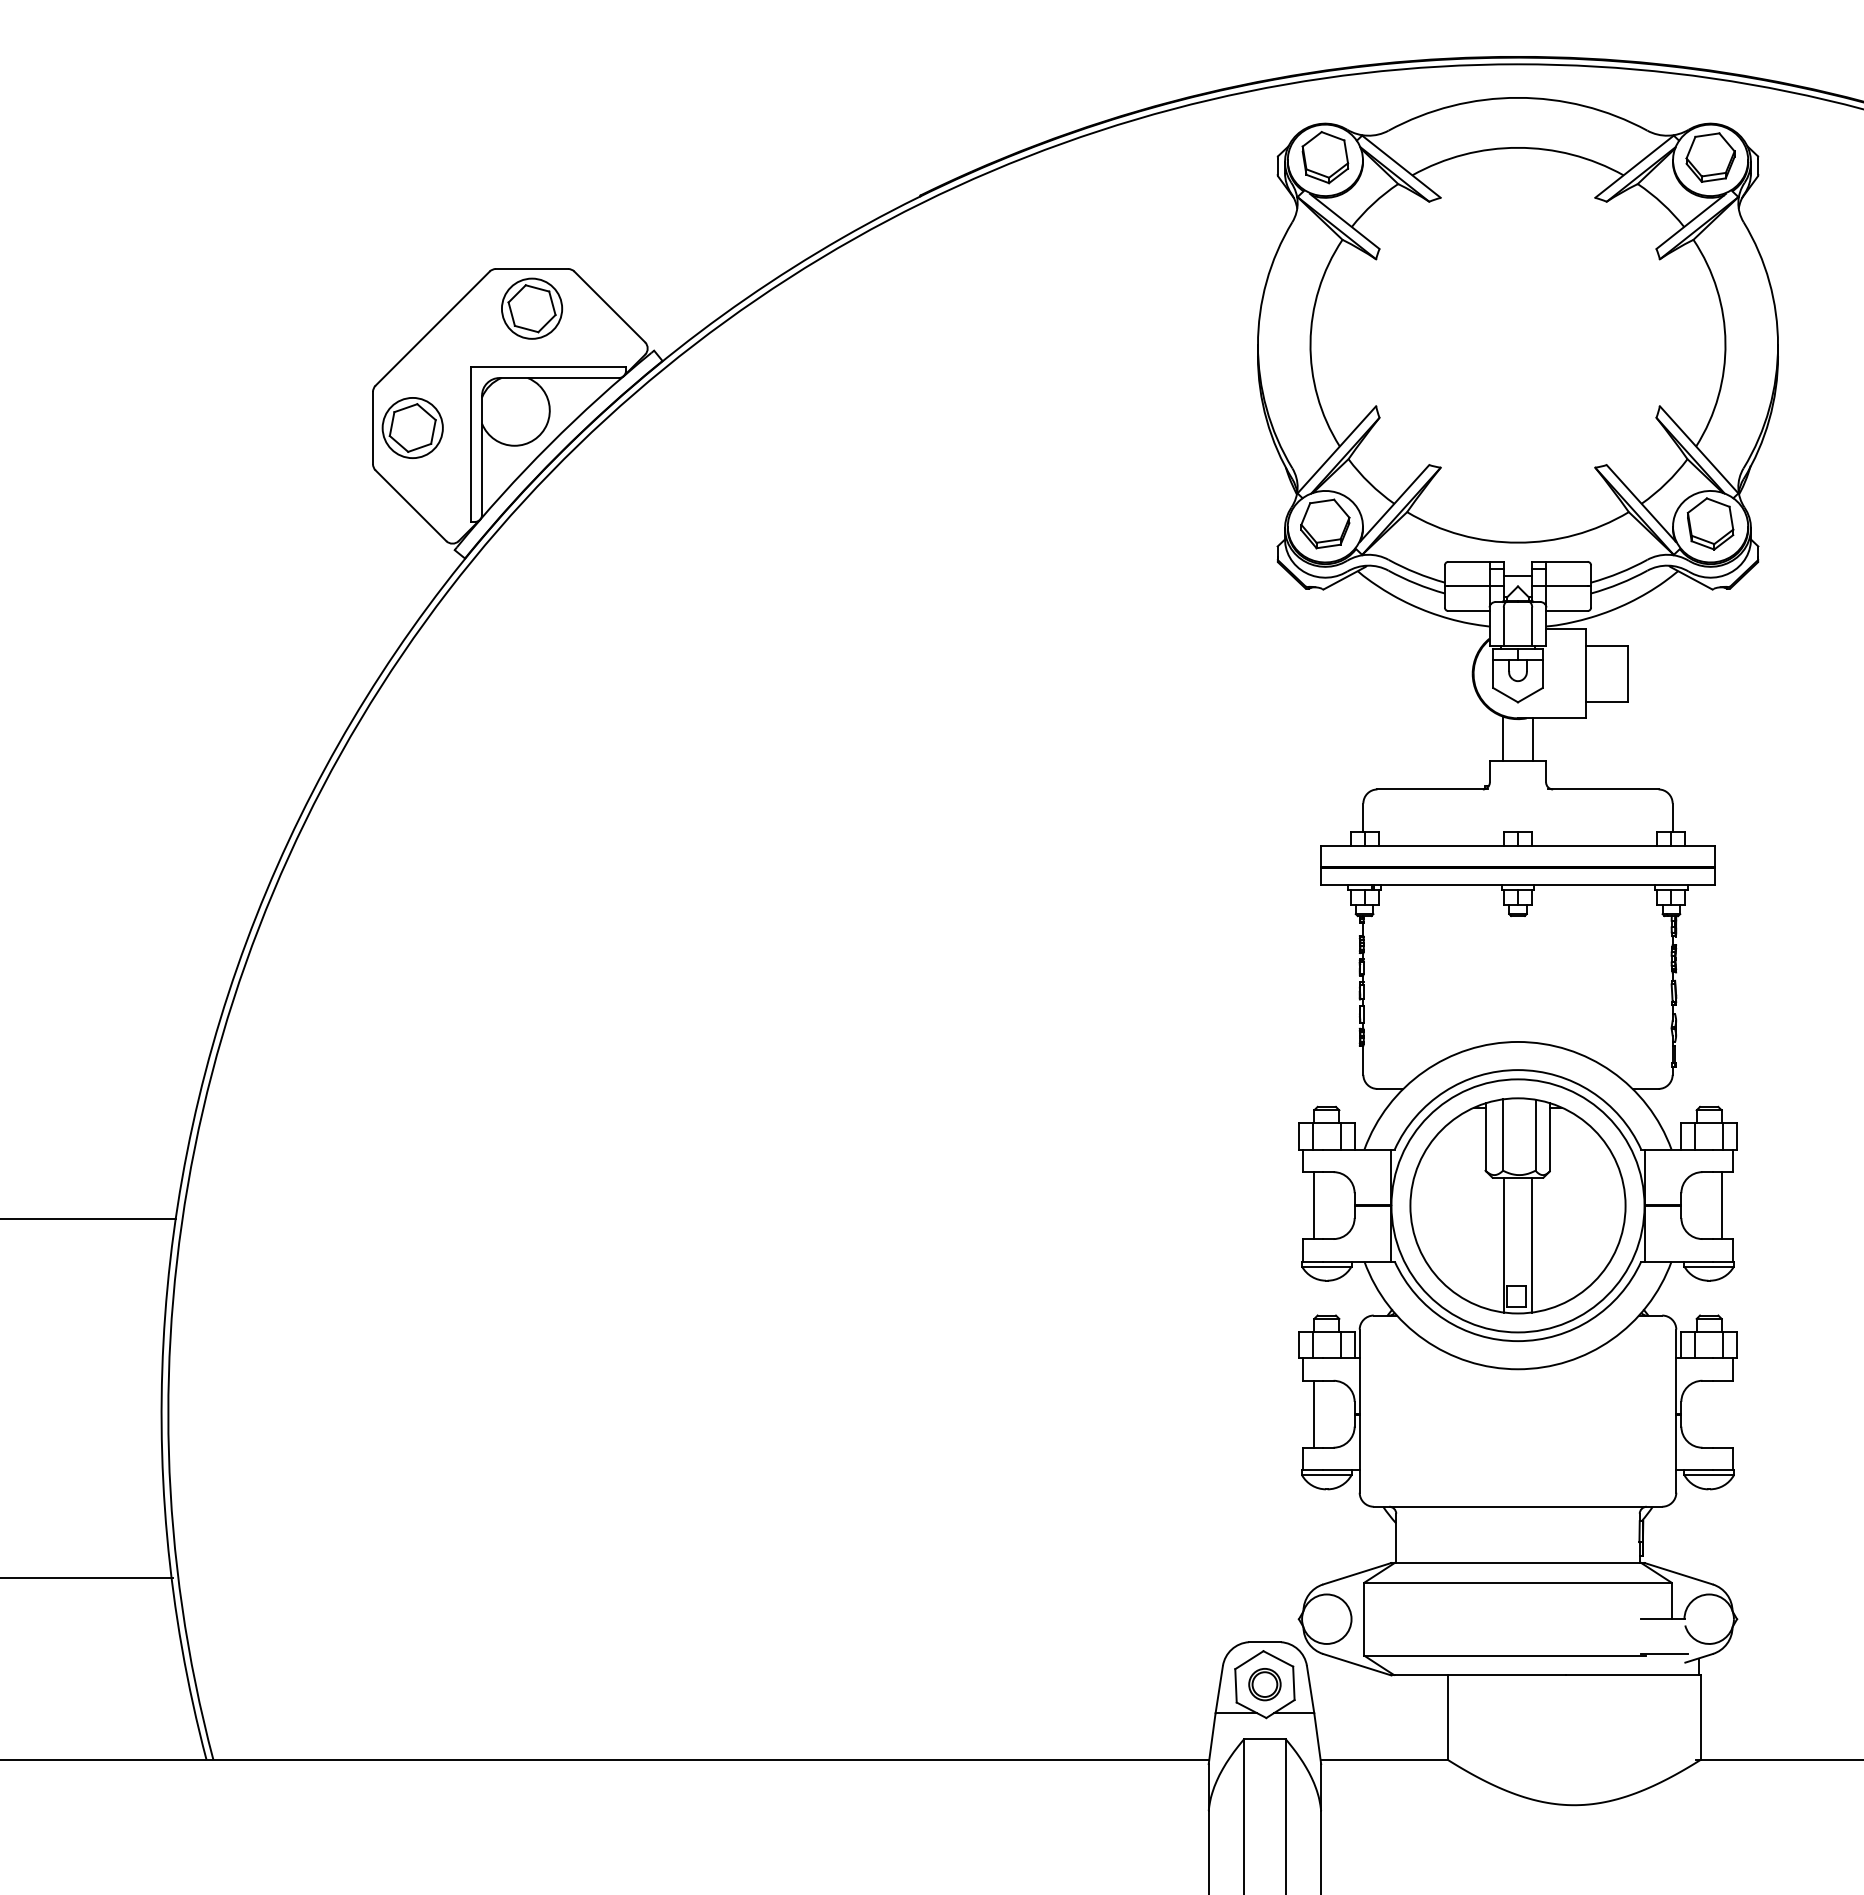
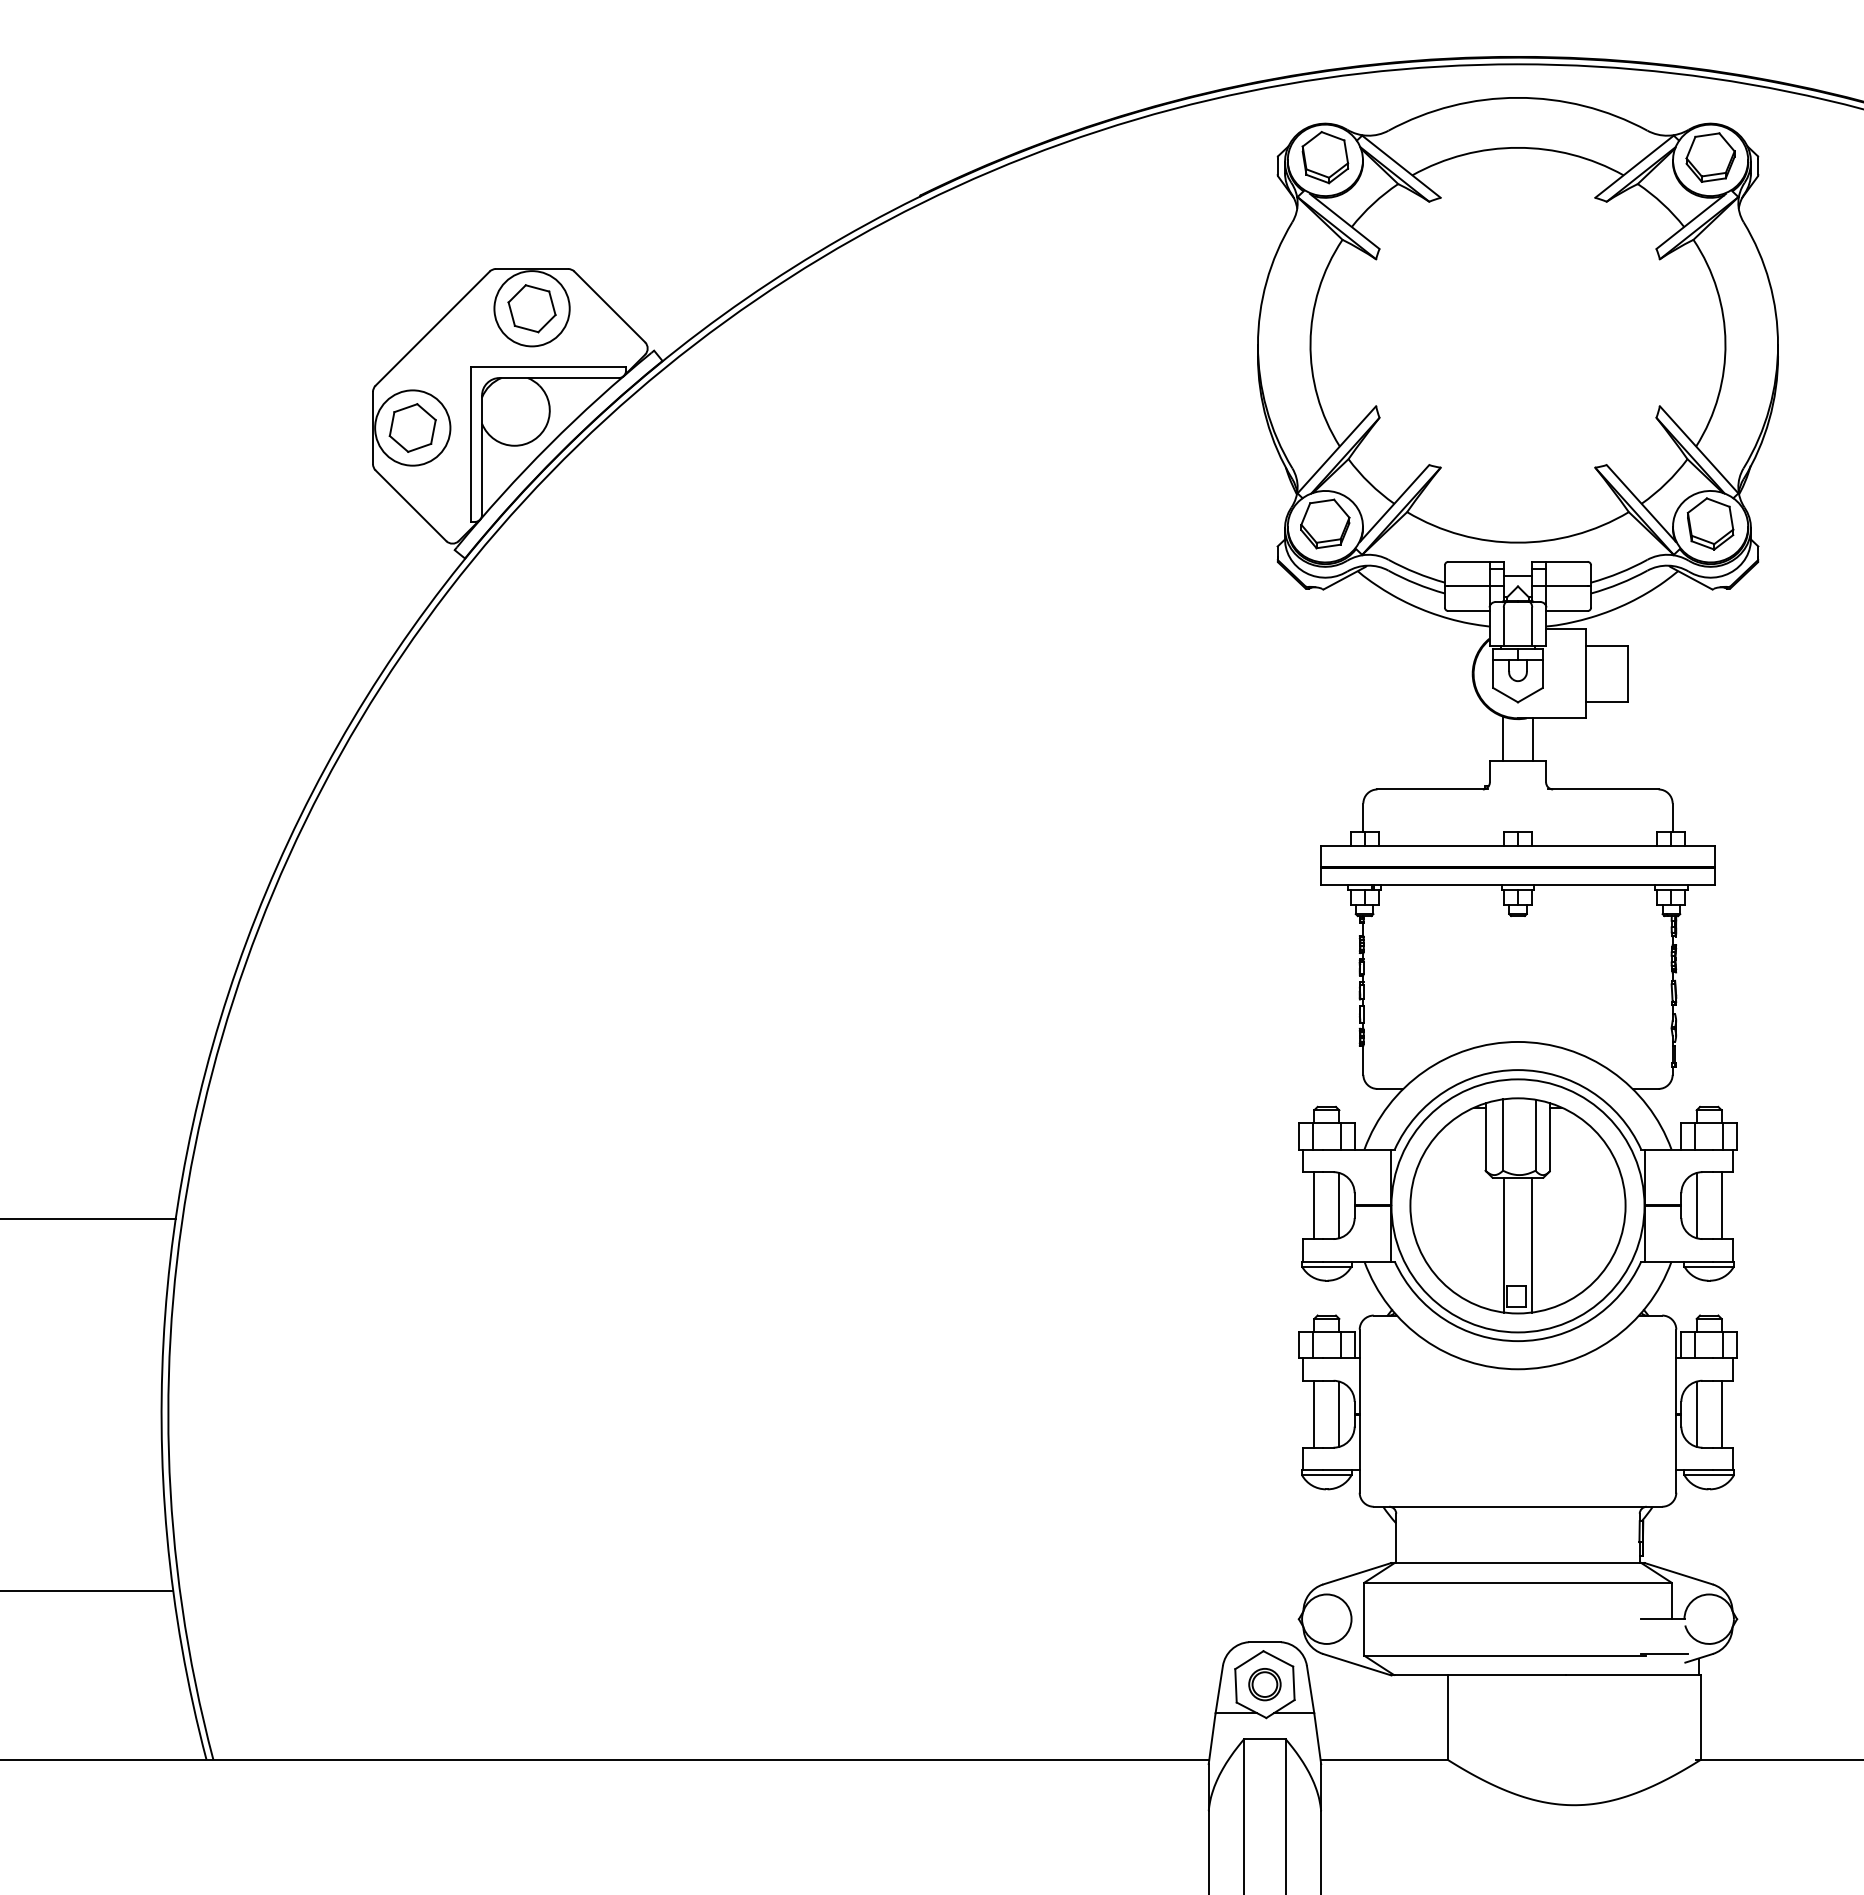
circle at (531, 308) diameter: 60 px -> 75 px
circle at (412, 427) diameter: 60 px -> 75 px
line at (1339, 1205): none -> present
line at (1696, 1205): none -> present
line at (1339, 1413): none -> present
line at (1696, 1413): none -> present
line at (1721, 1413): none -> present
line at (87, 1578) position: (87, 1578) -> (87, 1591)
